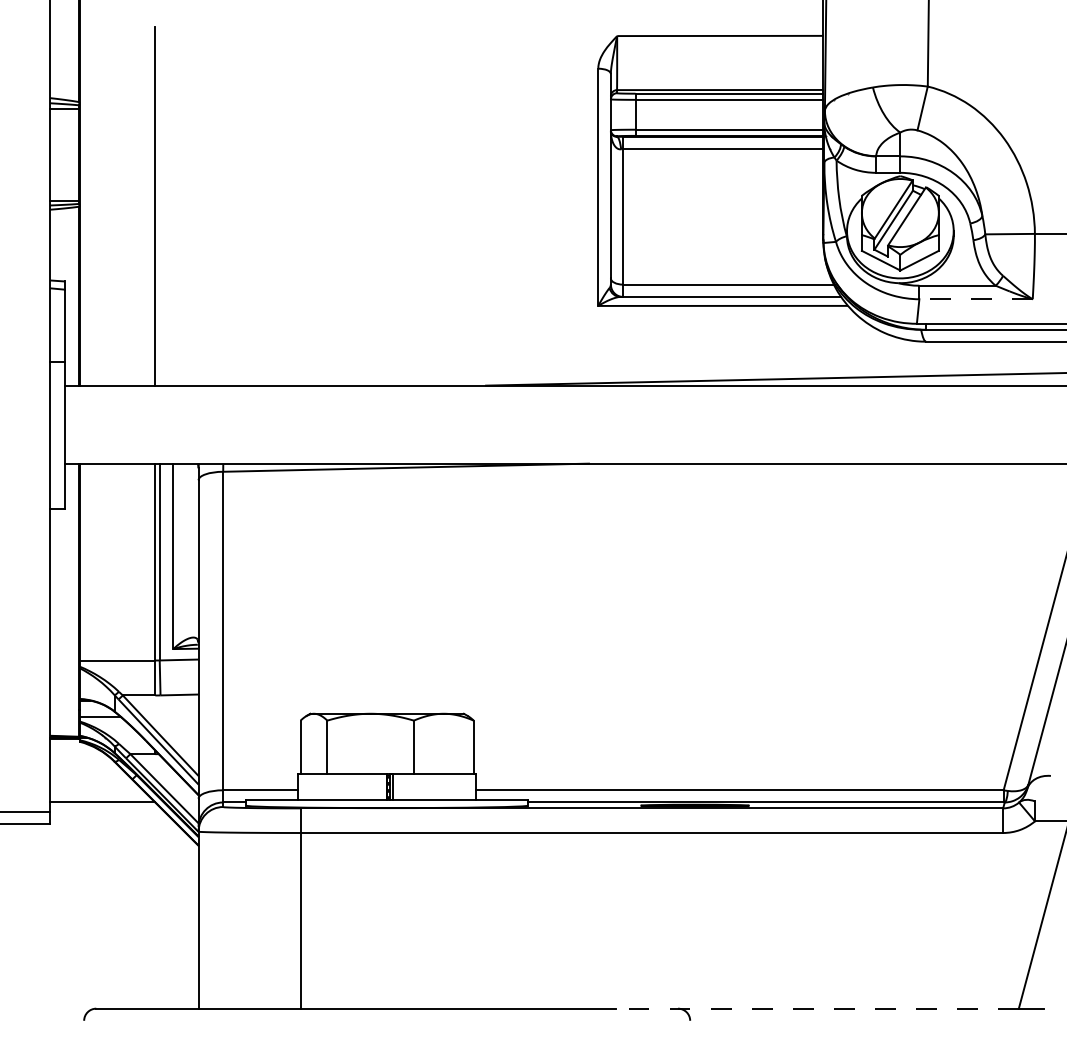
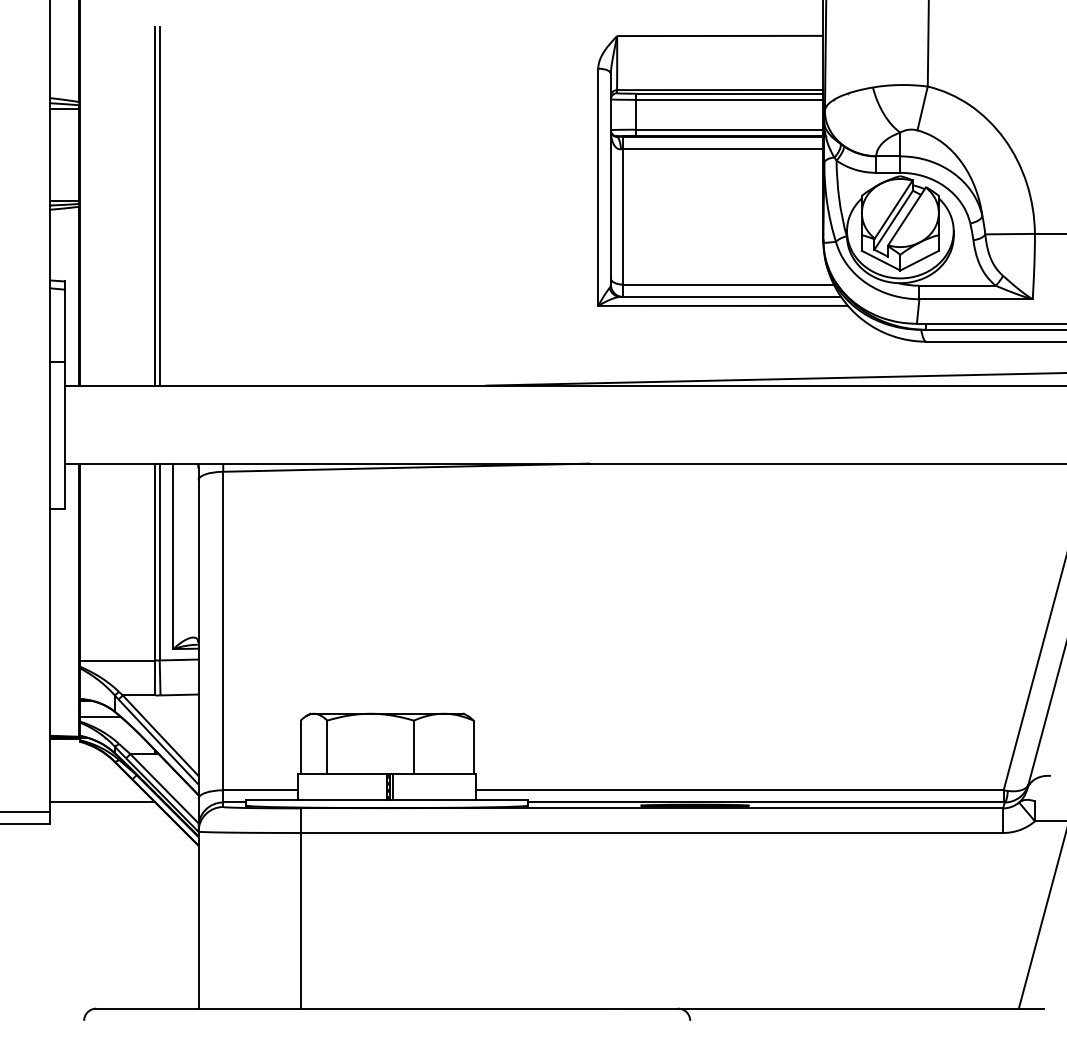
line at (159, 205): none -> present
line at (976, 299): dashed -> solid
line at (816, 1008): dashed -> solid
